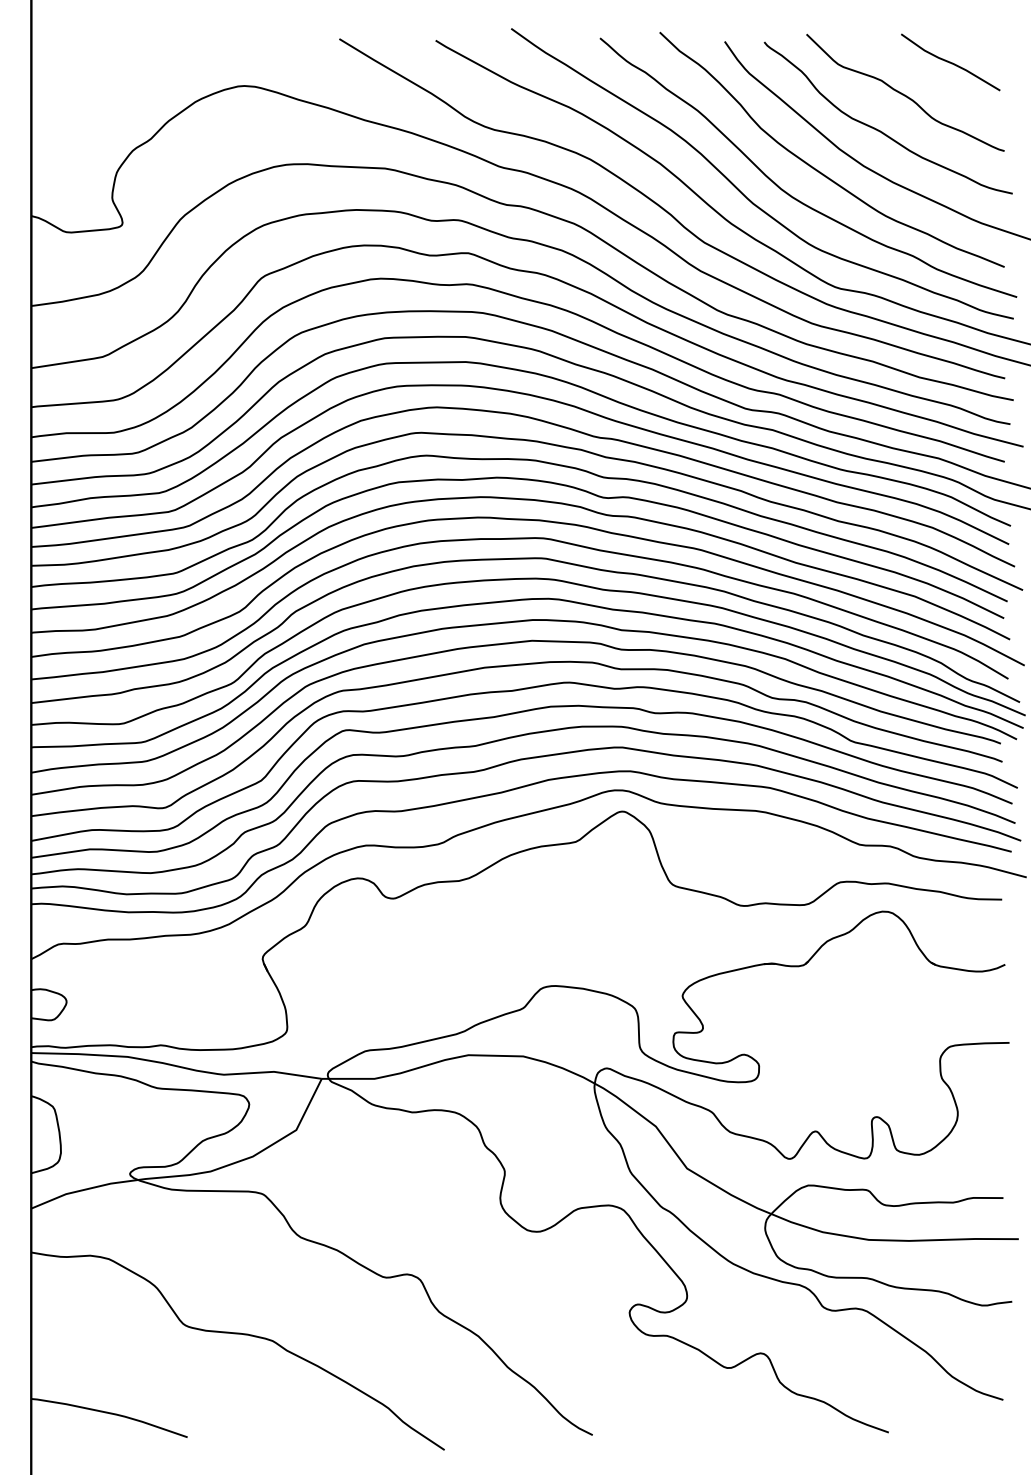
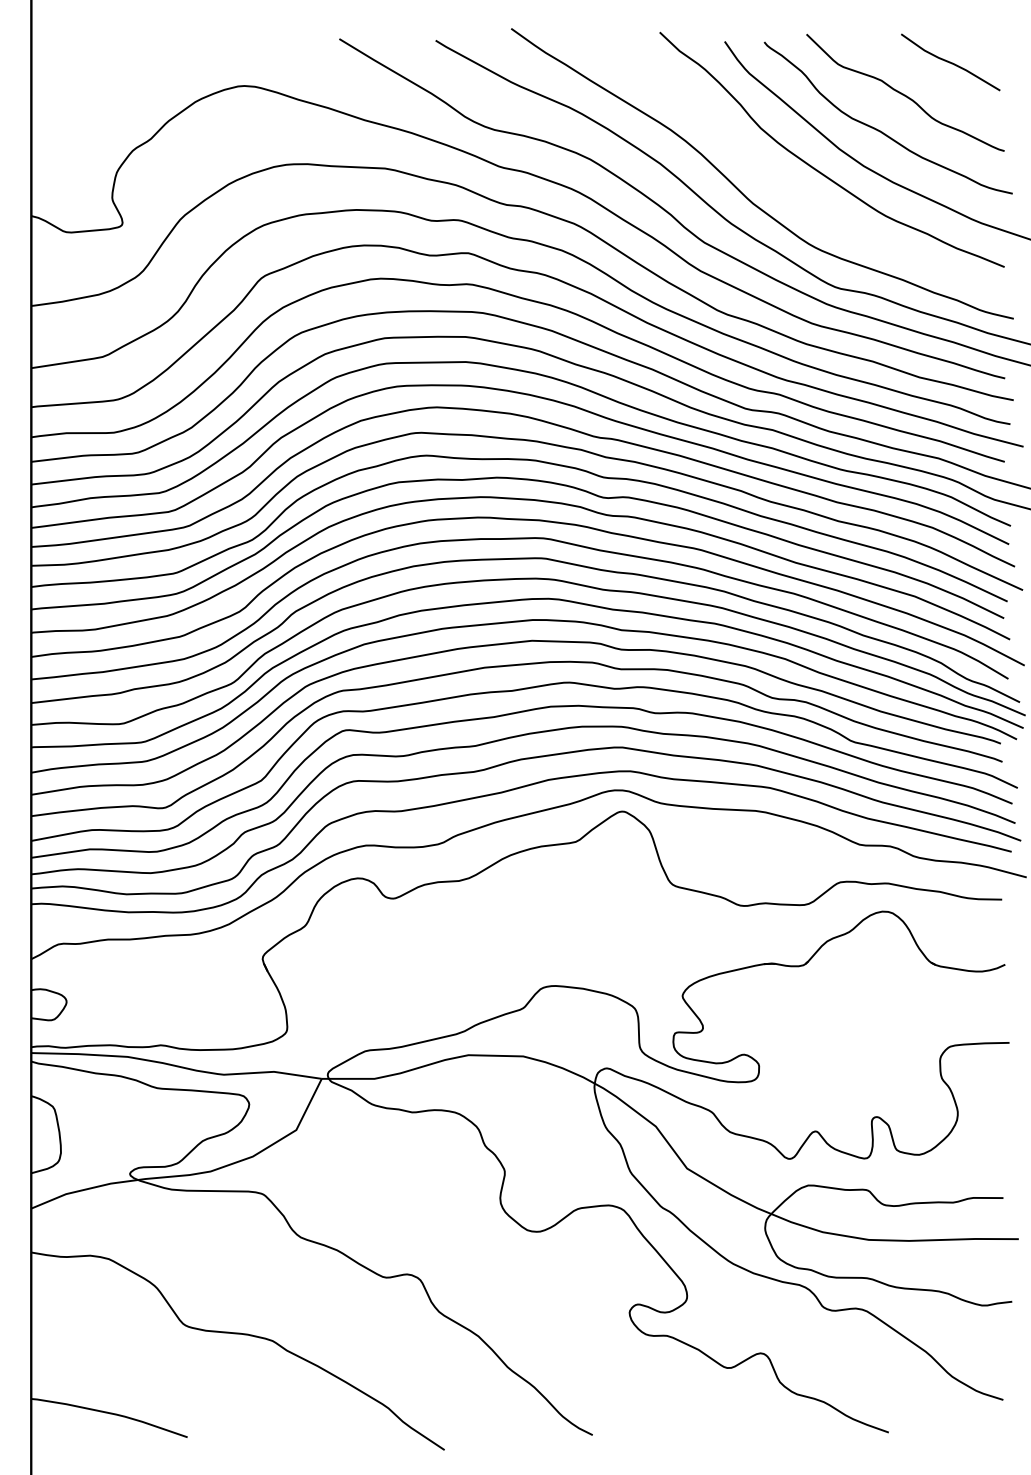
curve at (789, 193): present -> none
